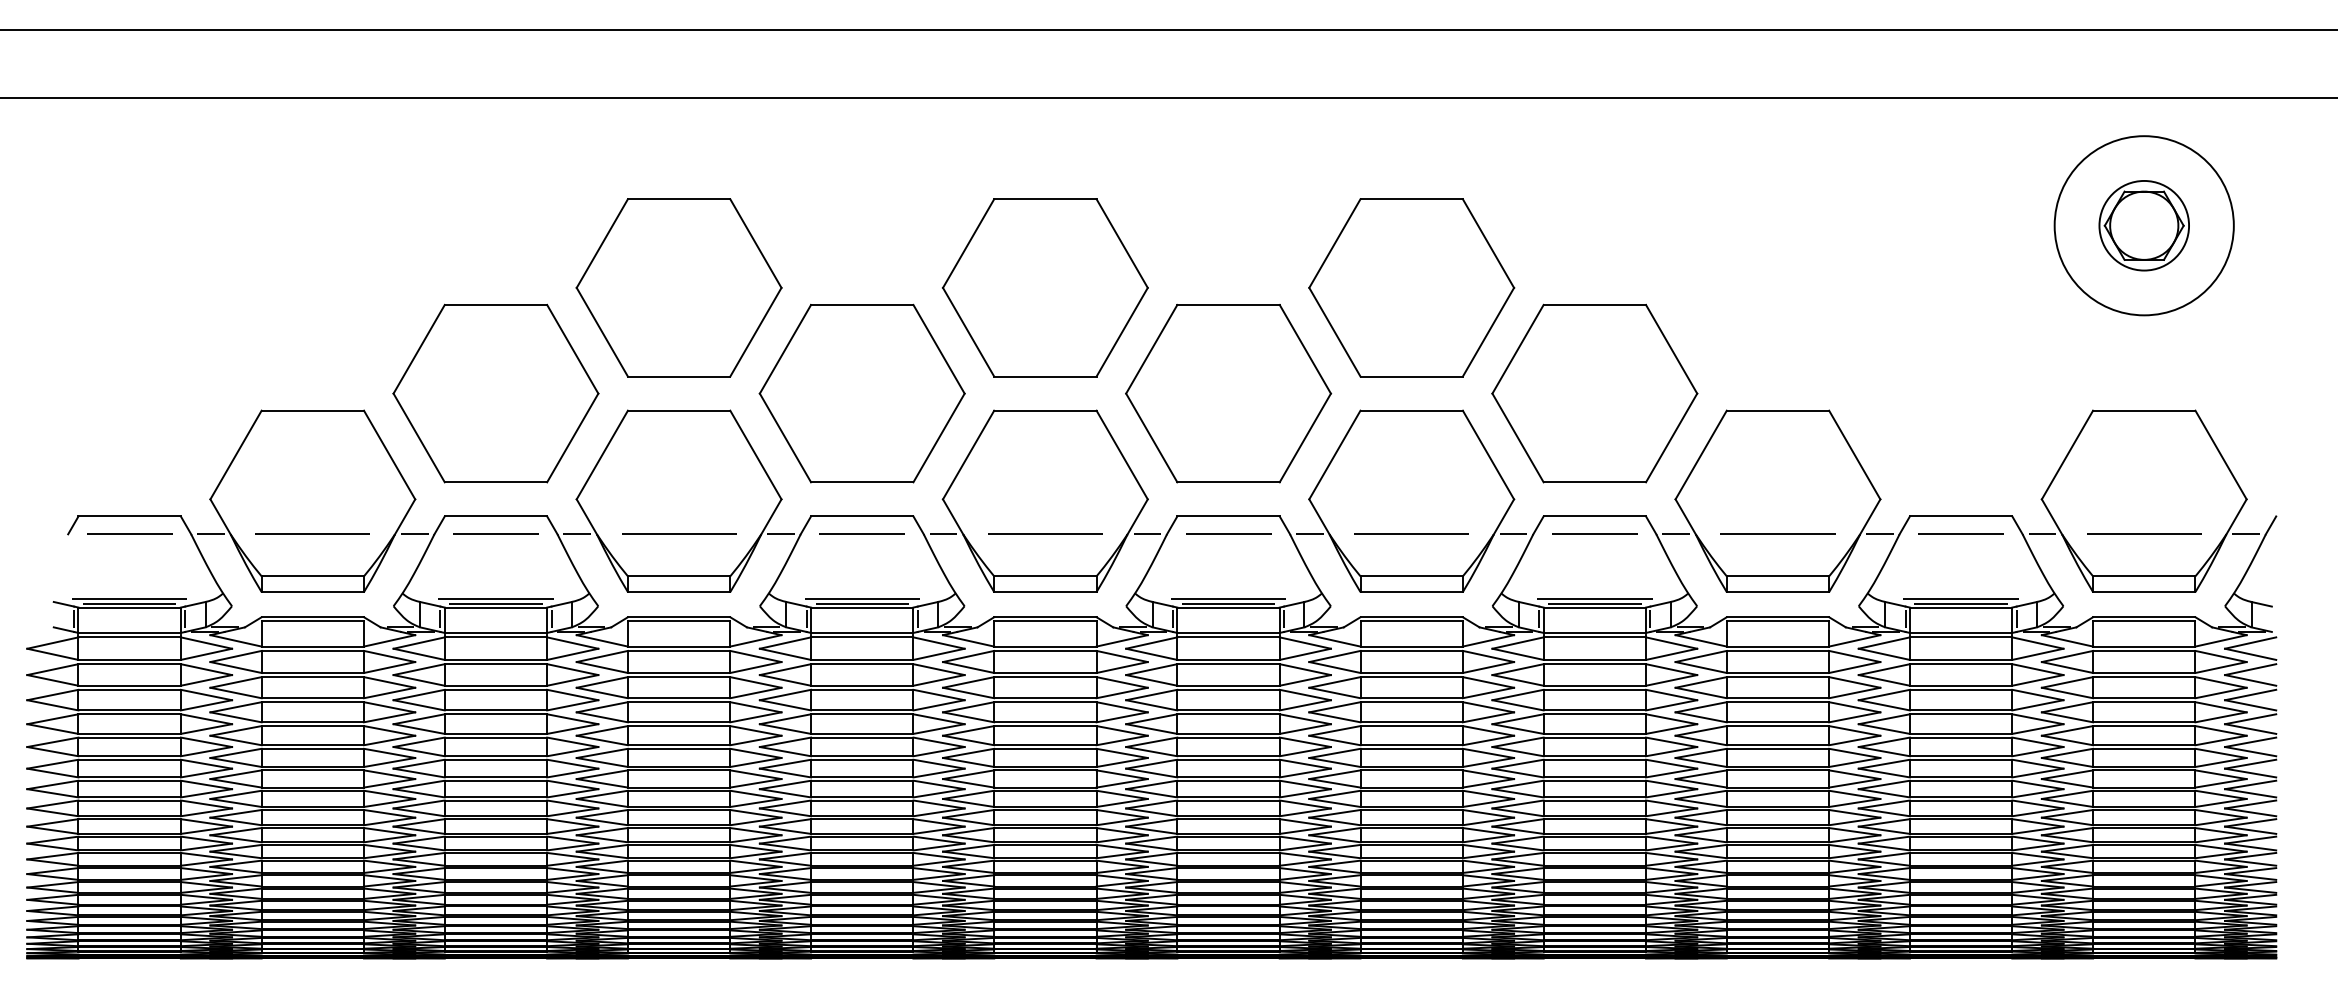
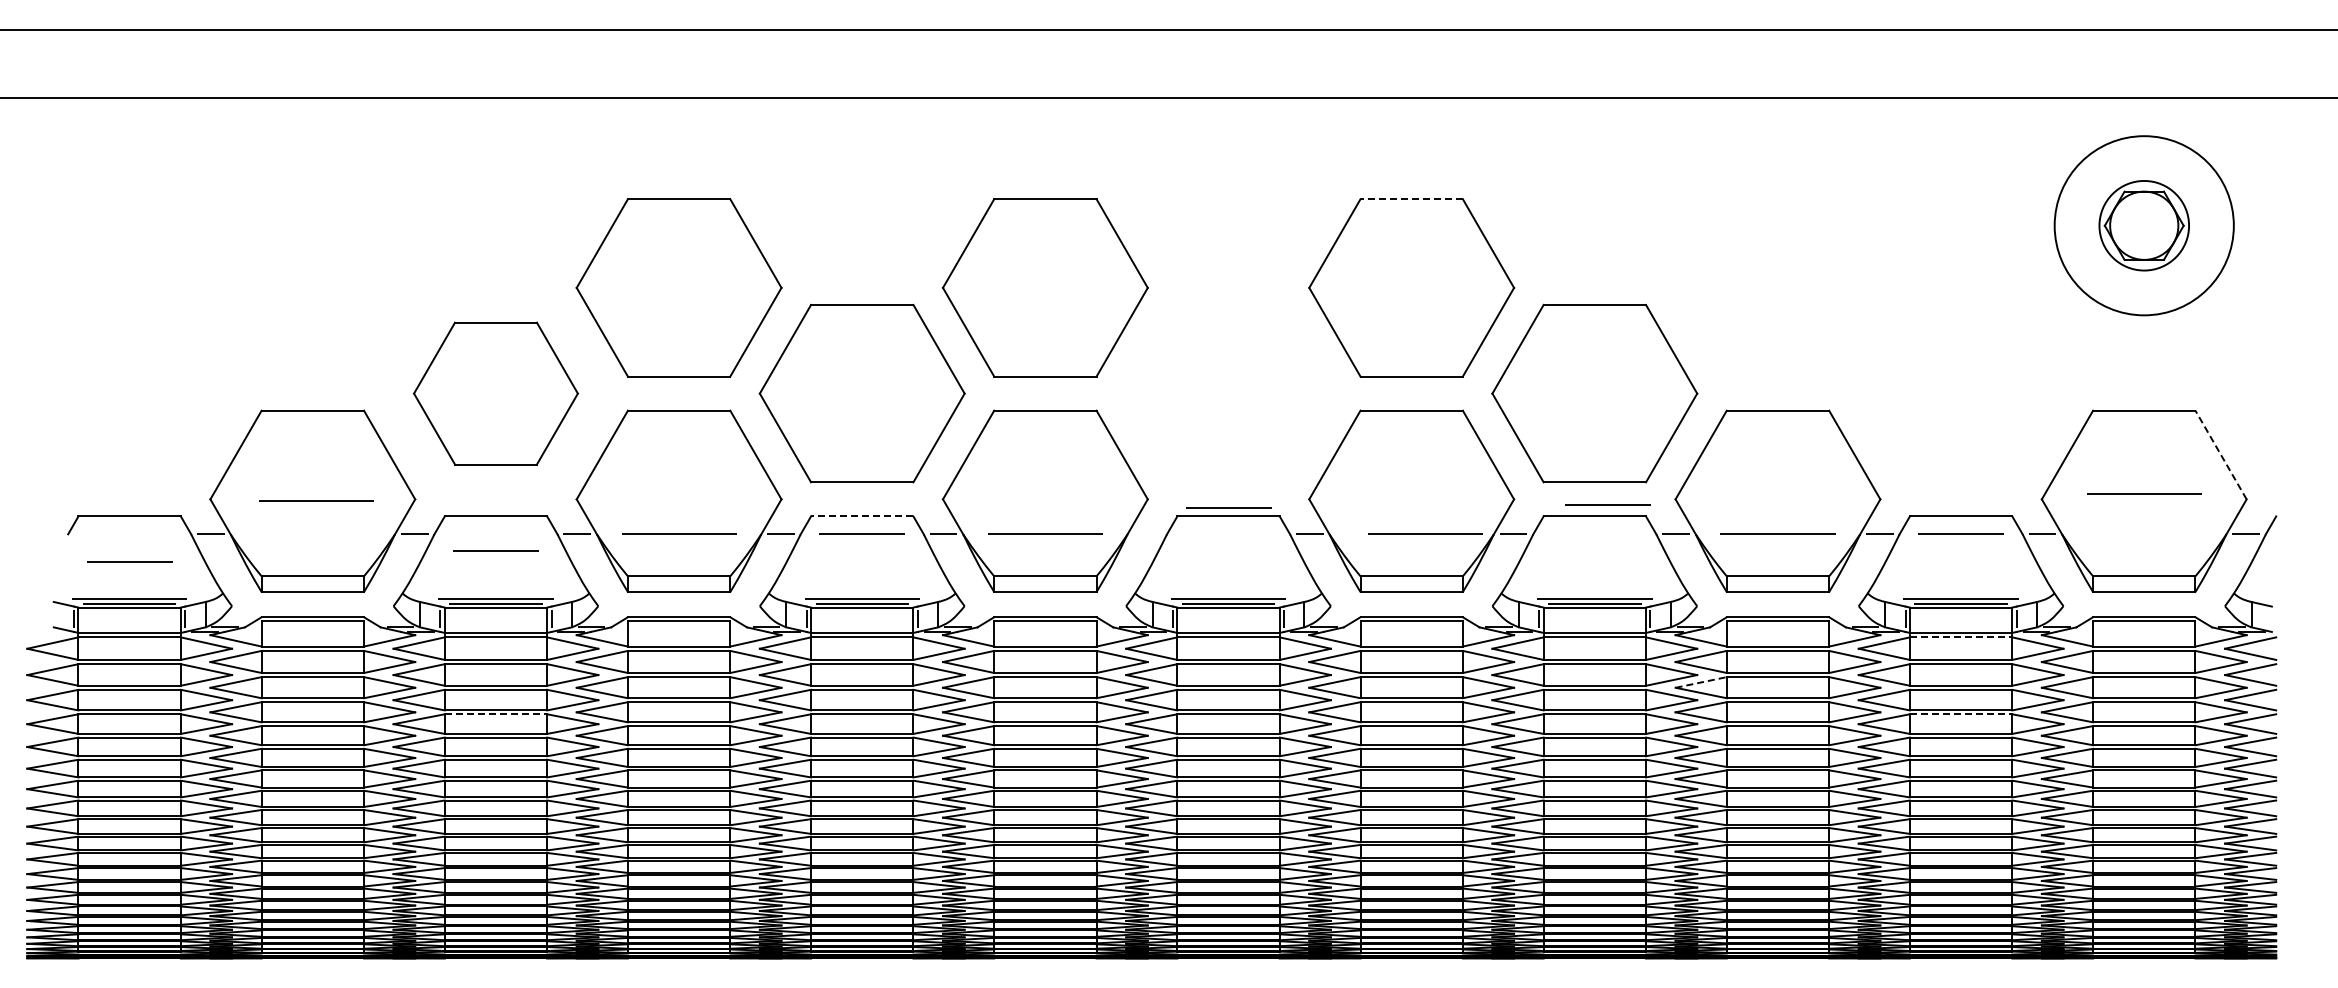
line at (1411, 199): solid -> dashed
part at (495, 393) size: 208x181 px -> 167x145 px
part at (1228, 393): present -> none
line at (2220, 454): solid -> dashed
line at (861, 516): solid -> dashed
line at (129, 533) position: (129, 533) -> (129, 561)
line at (312, 533) position: (312, 533) -> (316, 500)
line at (495, 533) position: (495, 533) -> (495, 550)
line at (1228, 533) position: (1228, 533) -> (1228, 507)
line at (1411, 533) position: (1411, 533) -> (1425, 533)
line at (1594, 533) position: (1594, 533) -> (1607, 504)
line at (2144, 533) position: (2144, 533) -> (2144, 493)
line at (1147, 534): present -> none
line at (1961, 637): solid -> dashed
line at (1701, 682): solid -> dashed
line at (496, 714): solid -> dashed
line at (1961, 714): solid -> dashed
